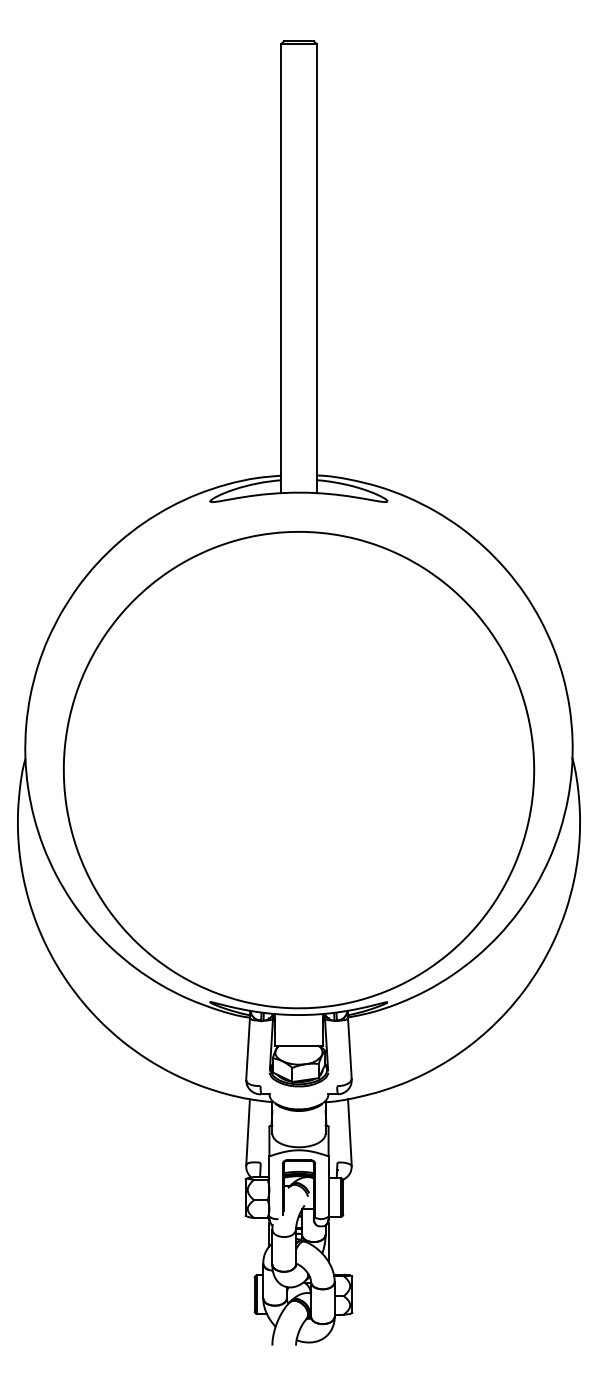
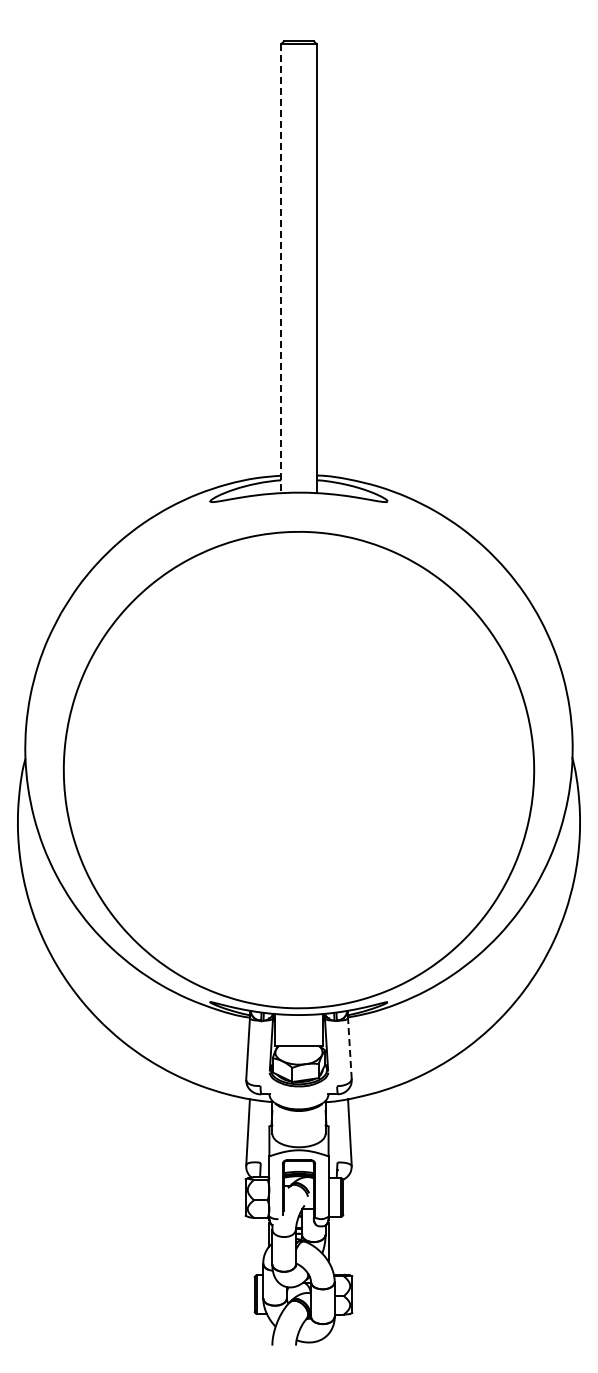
line at (281, 268): solid -> dashed
line at (349, 1047): solid -> dashed
